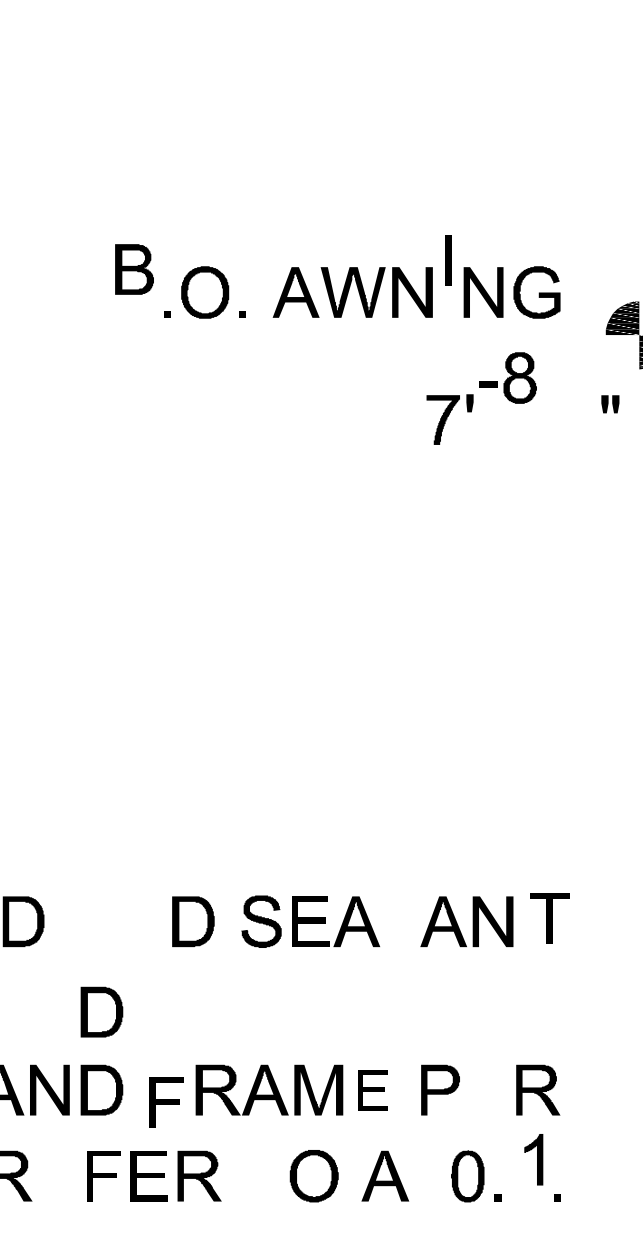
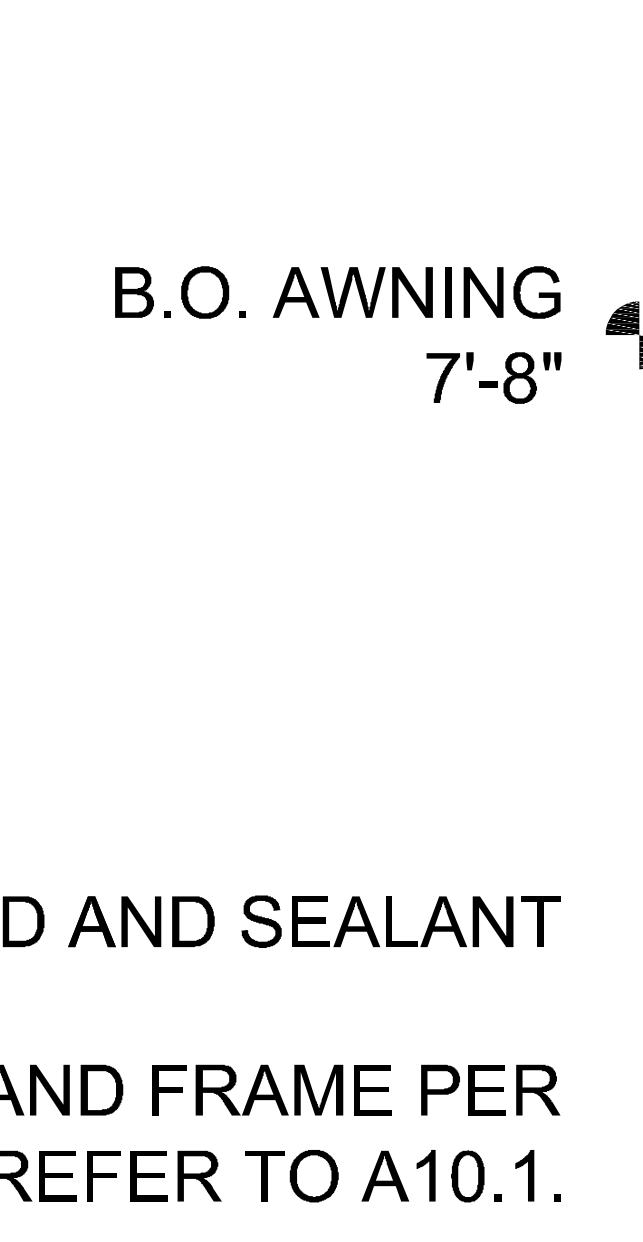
part at (448, 260) position: (448, 260) -> (448, 292)
part at (134, 269) position: (134, 269) -> (134, 292)
part at (610, 404) position: (610, 404) -> (552, 361)
part at (449, 419) position: (449, 419) -> (449, 377)
part at (549, 918) position: (549, 918) -> (540, 921)
part at (121, 921): none -> present
fill at (401, 921): none -> present
part at (101, 1011): present -> none
fill at (487, 1089): none -> present
part at (372, 1090) size: 30x41 px -> 38x51 px
part at (166, 1102) position: (166, 1102) -> (169, 1090)
part at (533, 1159) position: (533, 1159) -> (524, 1175)
fill at (58, 1175): none -> present
fill at (264, 1175): none -> present
fill at (425, 1175): none -> present
